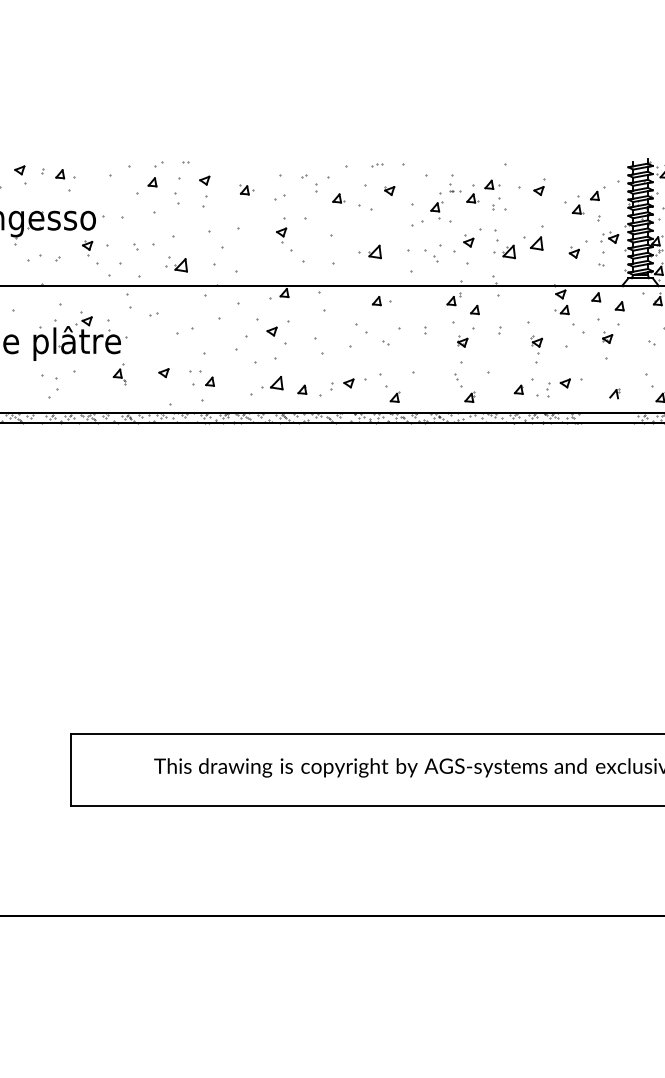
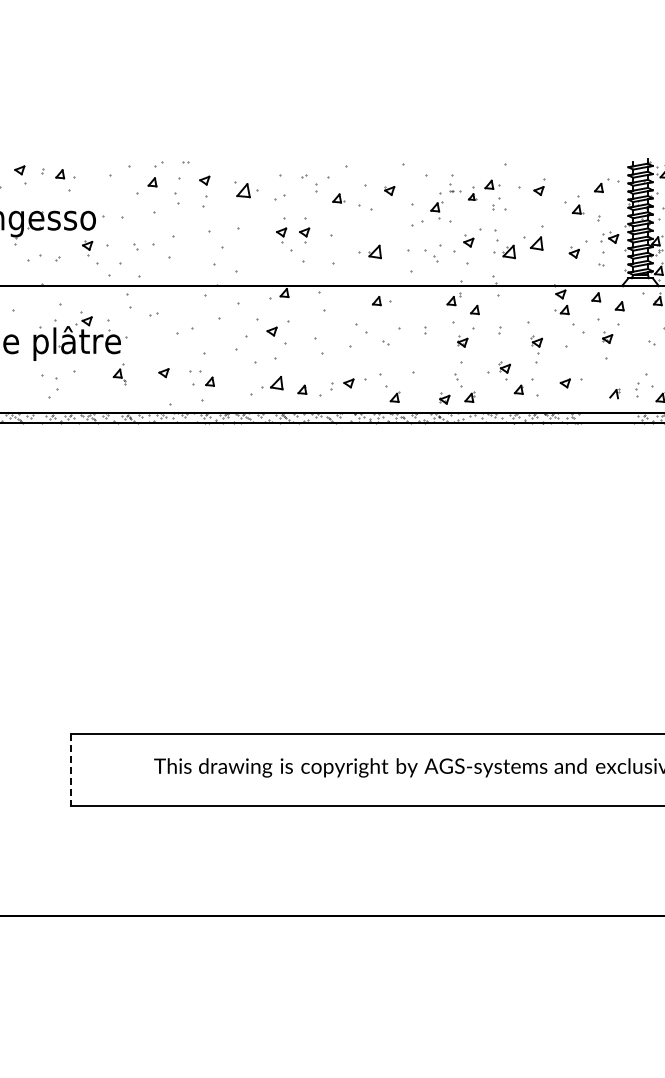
part at (377, 165): present -> none
part at (246, 189) size: 16x12 px -> 25x18 px
part at (472, 193) size: 14x20 px -> 10x15 px
part at (597, 193) position: (597, 193) -> (601, 185)
part at (304, 235): none -> present
part at (176, 265): present -> none
part at (504, 370): none -> present
part at (548, 389) position: (548, 389) -> (637, 389)
part at (444, 398): none -> present
line at (71, 770): solid -> dashed
